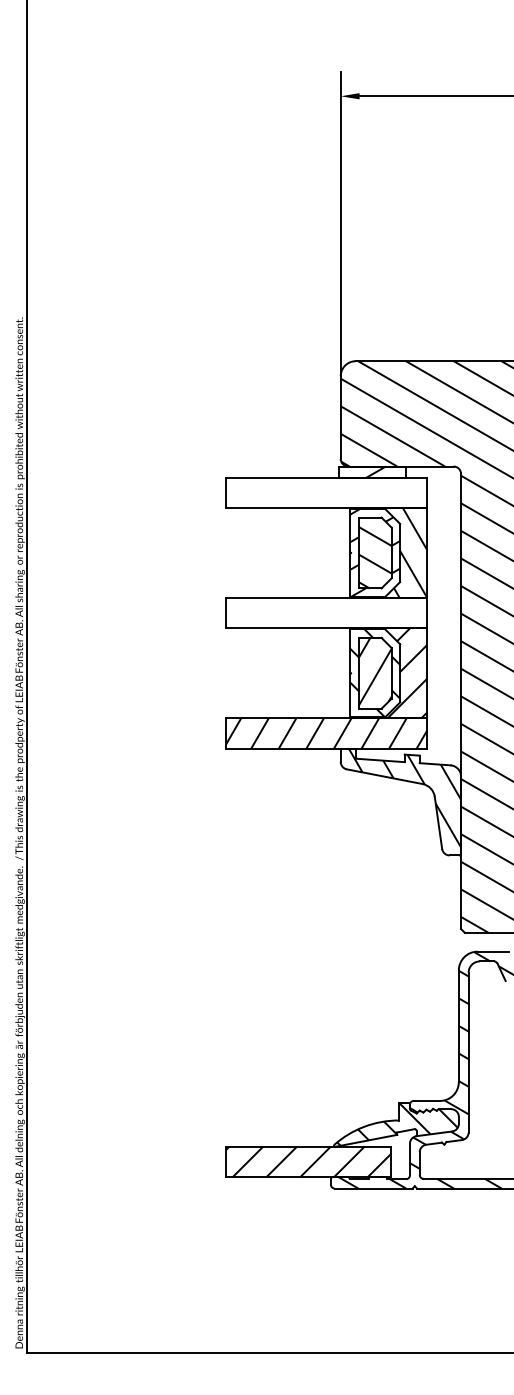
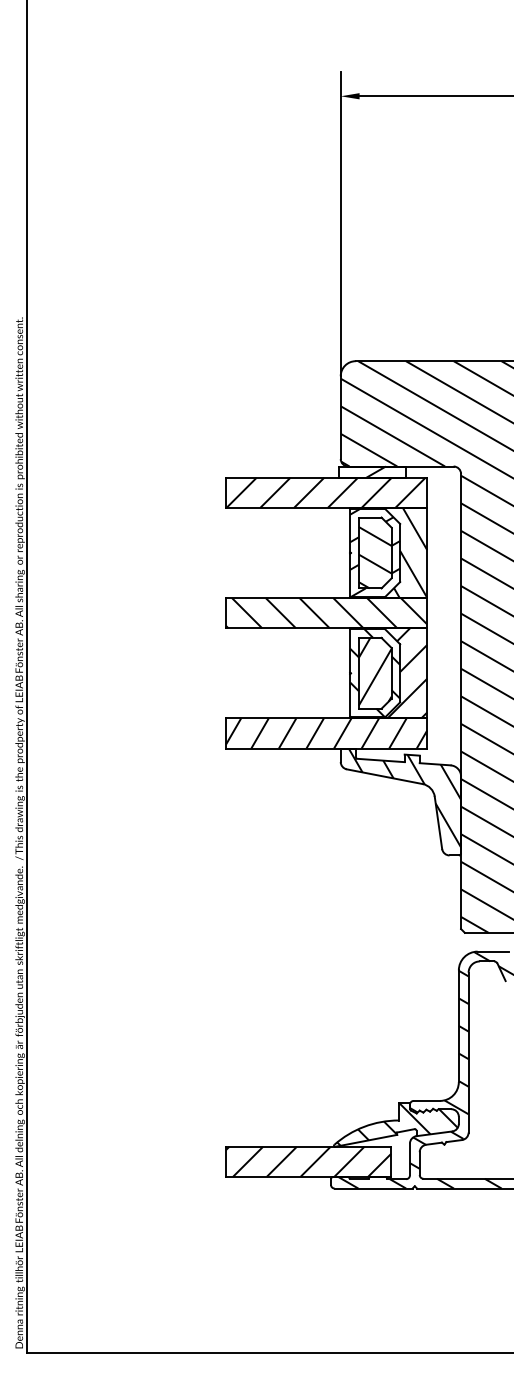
hatch at (325, 492): none -> present
hatch at (326, 613): none -> present
